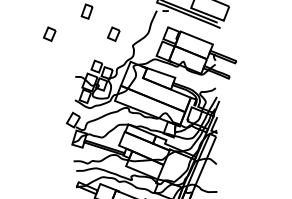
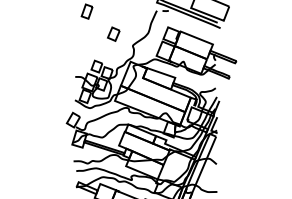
part at (49, 33): present -> none
